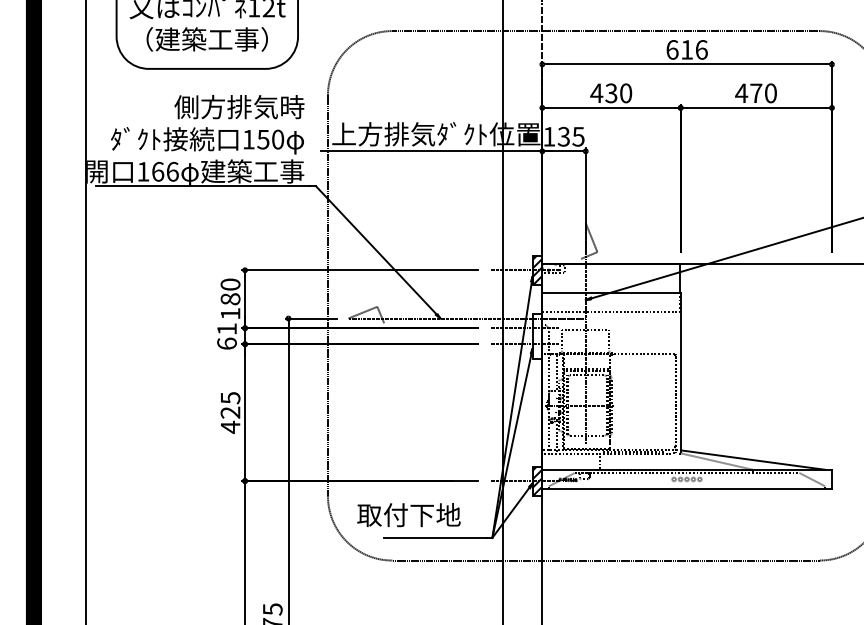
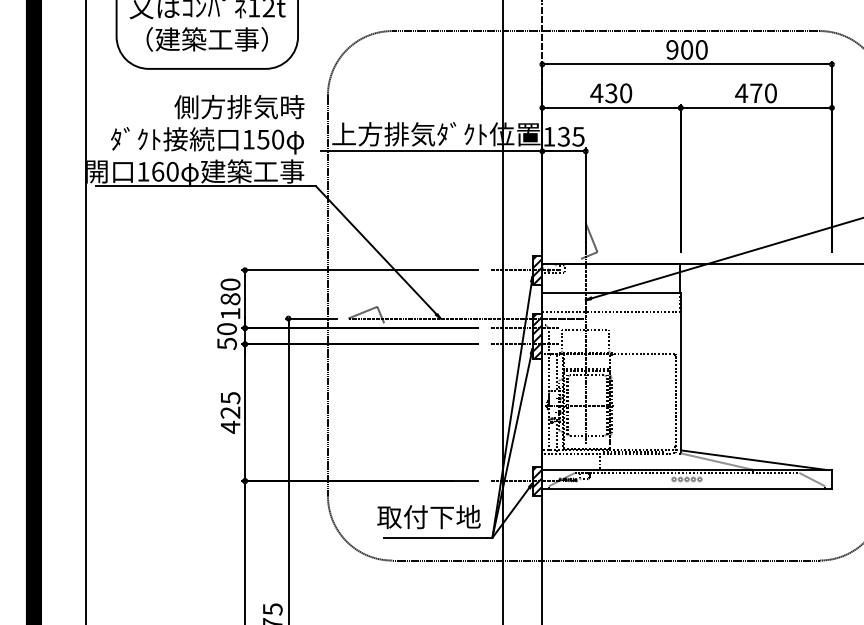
text at (686, 49): 616 -> 900
text at (172, 171): 166 -> 160
hatch at (537, 335): none -> present
text at (226, 336): 61 -> 50
text at (408, 515) position: (408, 515) -> (428, 517)
